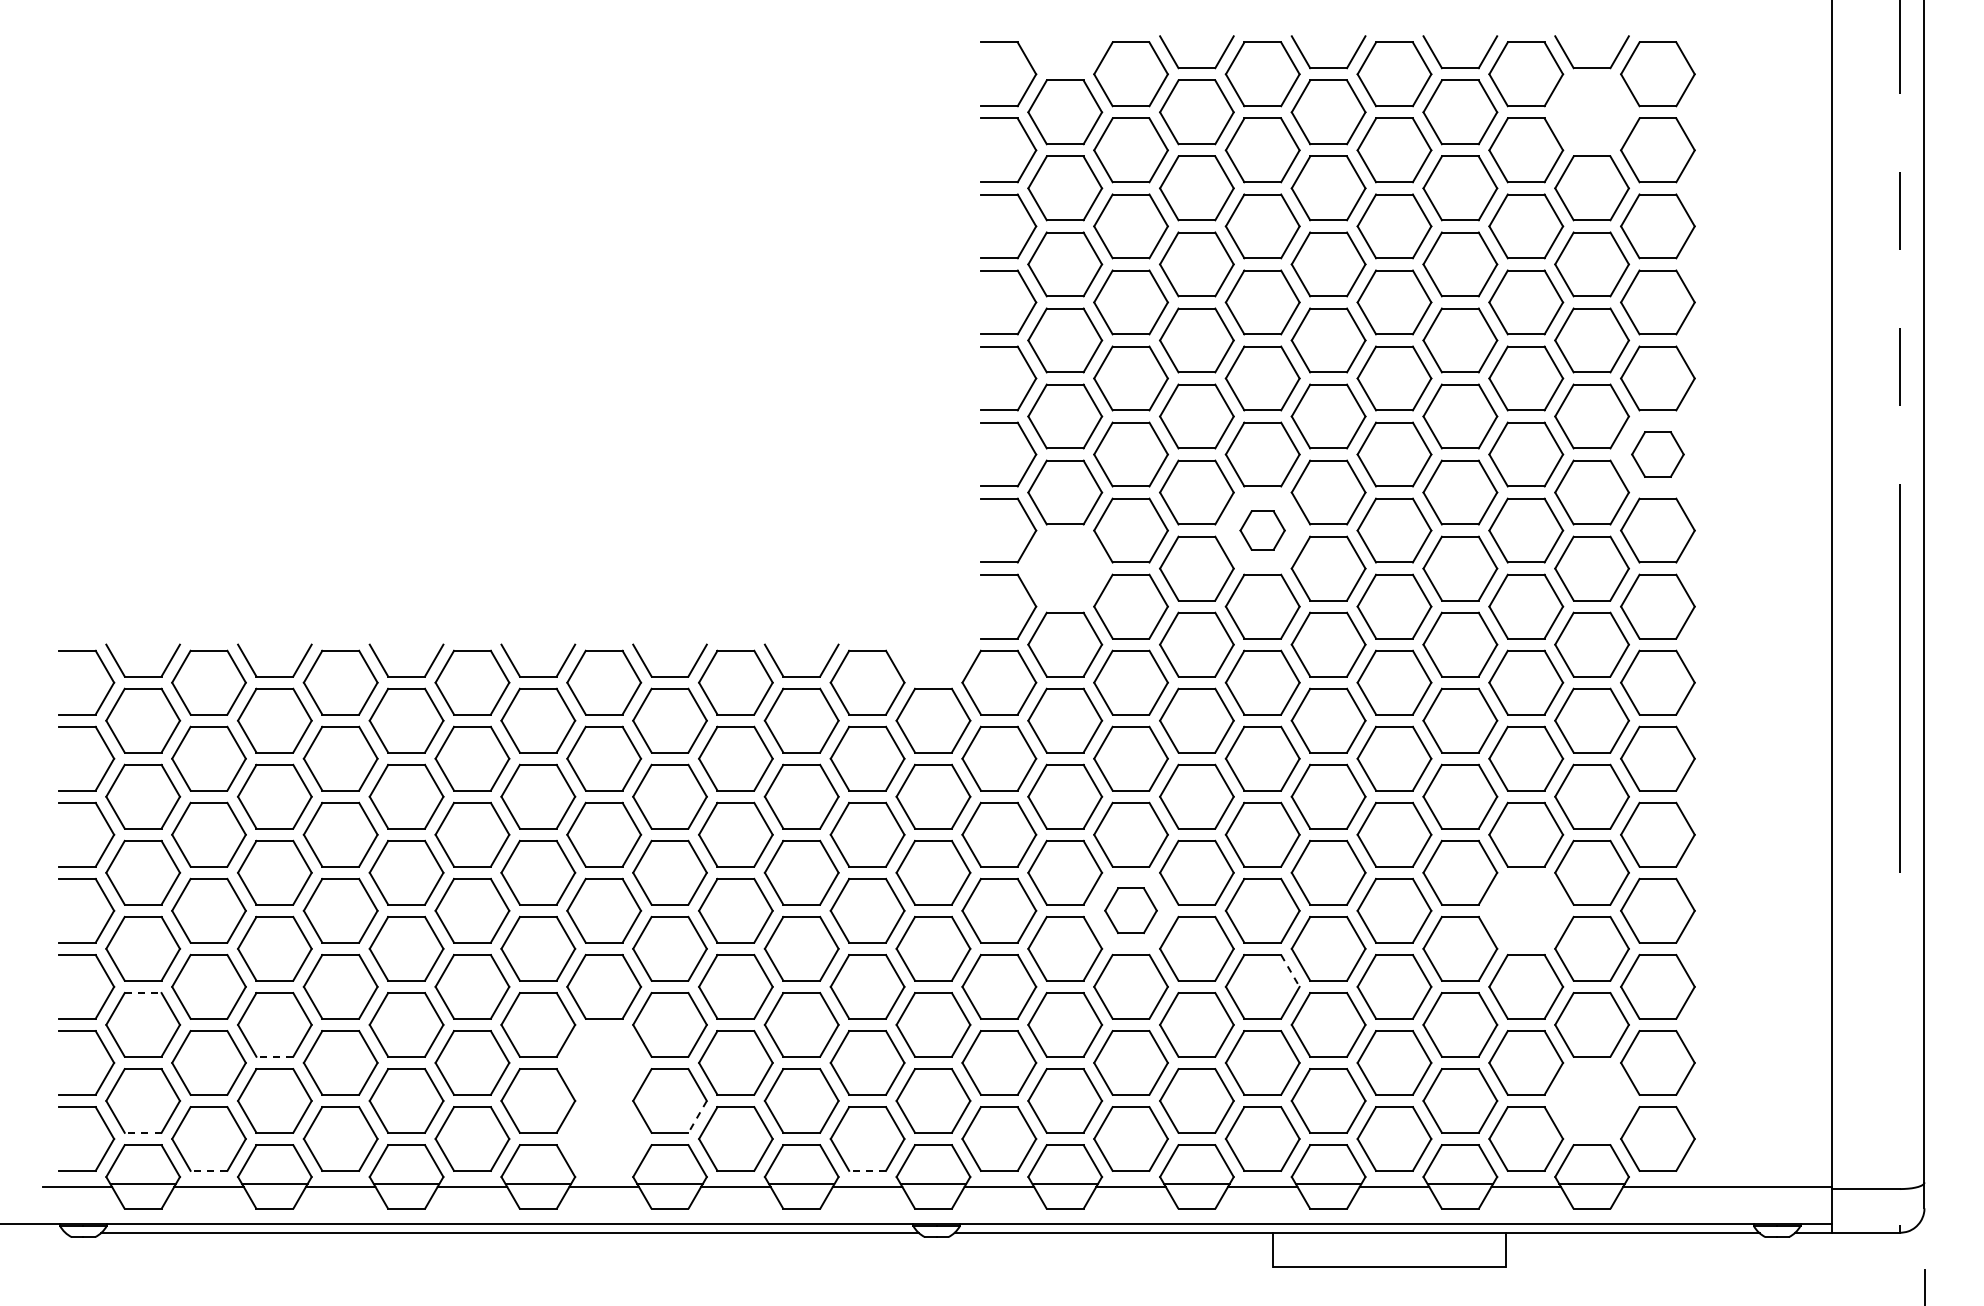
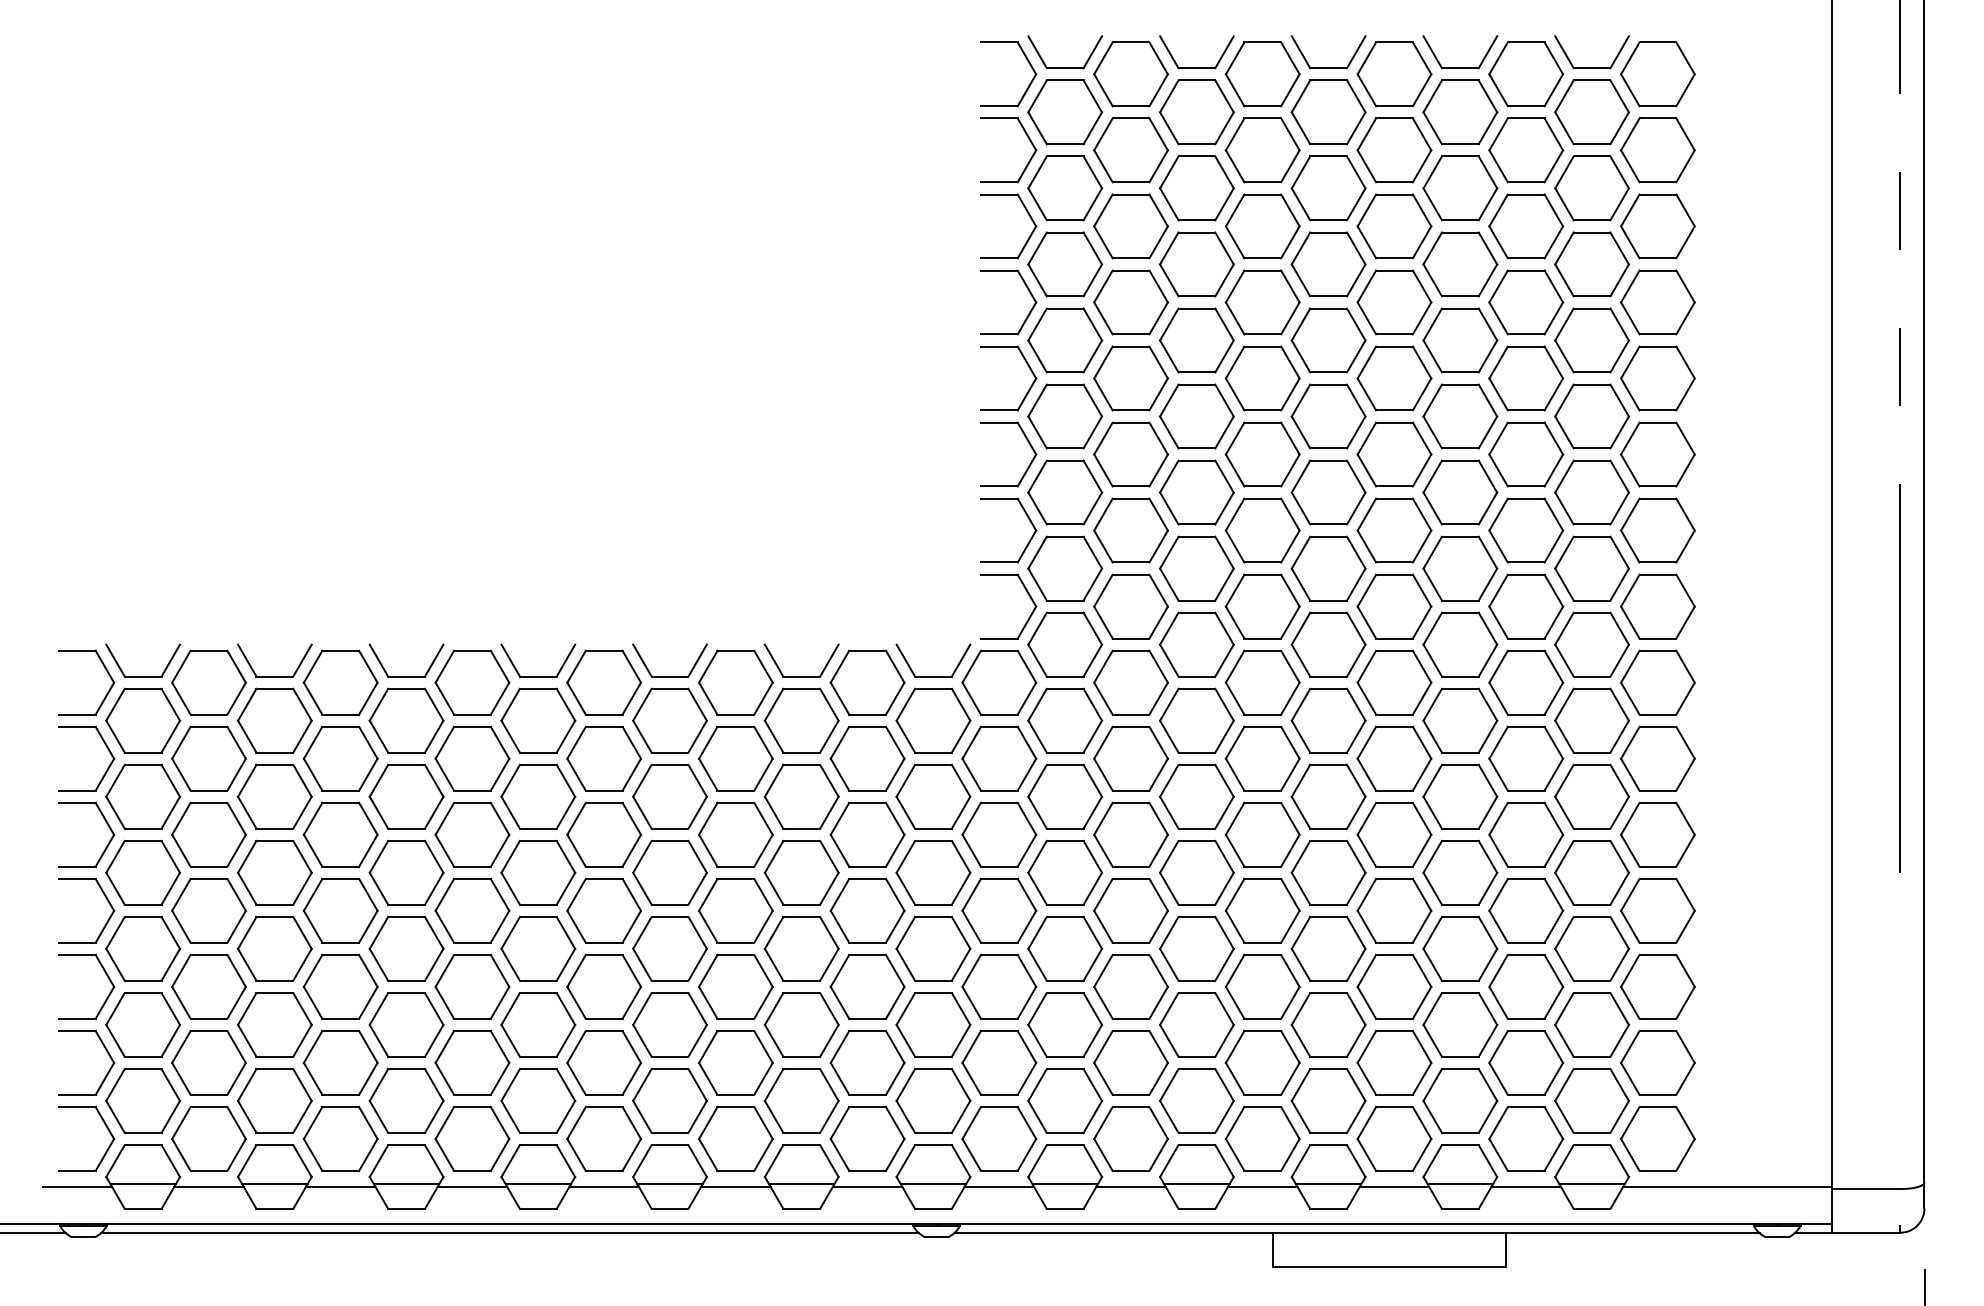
part at (1064, 67): none -> present
part at (1591, 112): none -> present
part at (1657, 454) size: 54x47 px -> 76x67 px
part at (1262, 530) size: 47x41 px -> 77x67 px
part at (1065, 568): none -> present
part at (933, 676): none -> present
part at (1130, 910) size: 54x48 px -> 76x67 px
part at (1526, 910): none -> present
line at (1290, 971): dashed -> solid
line at (143, 993): dashed -> solid
line at (274, 1056): dashed -> solid
part at (604, 1062): none -> present
part at (1591, 1100): none -> present
line at (697, 1117): dashed -> solid
line at (142, 1132): dashed -> solid
part at (604, 1138): none -> present
line at (208, 1170): dashed -> solid
line at (867, 1170): dashed -> solid
line at (33, 1232): none -> present
